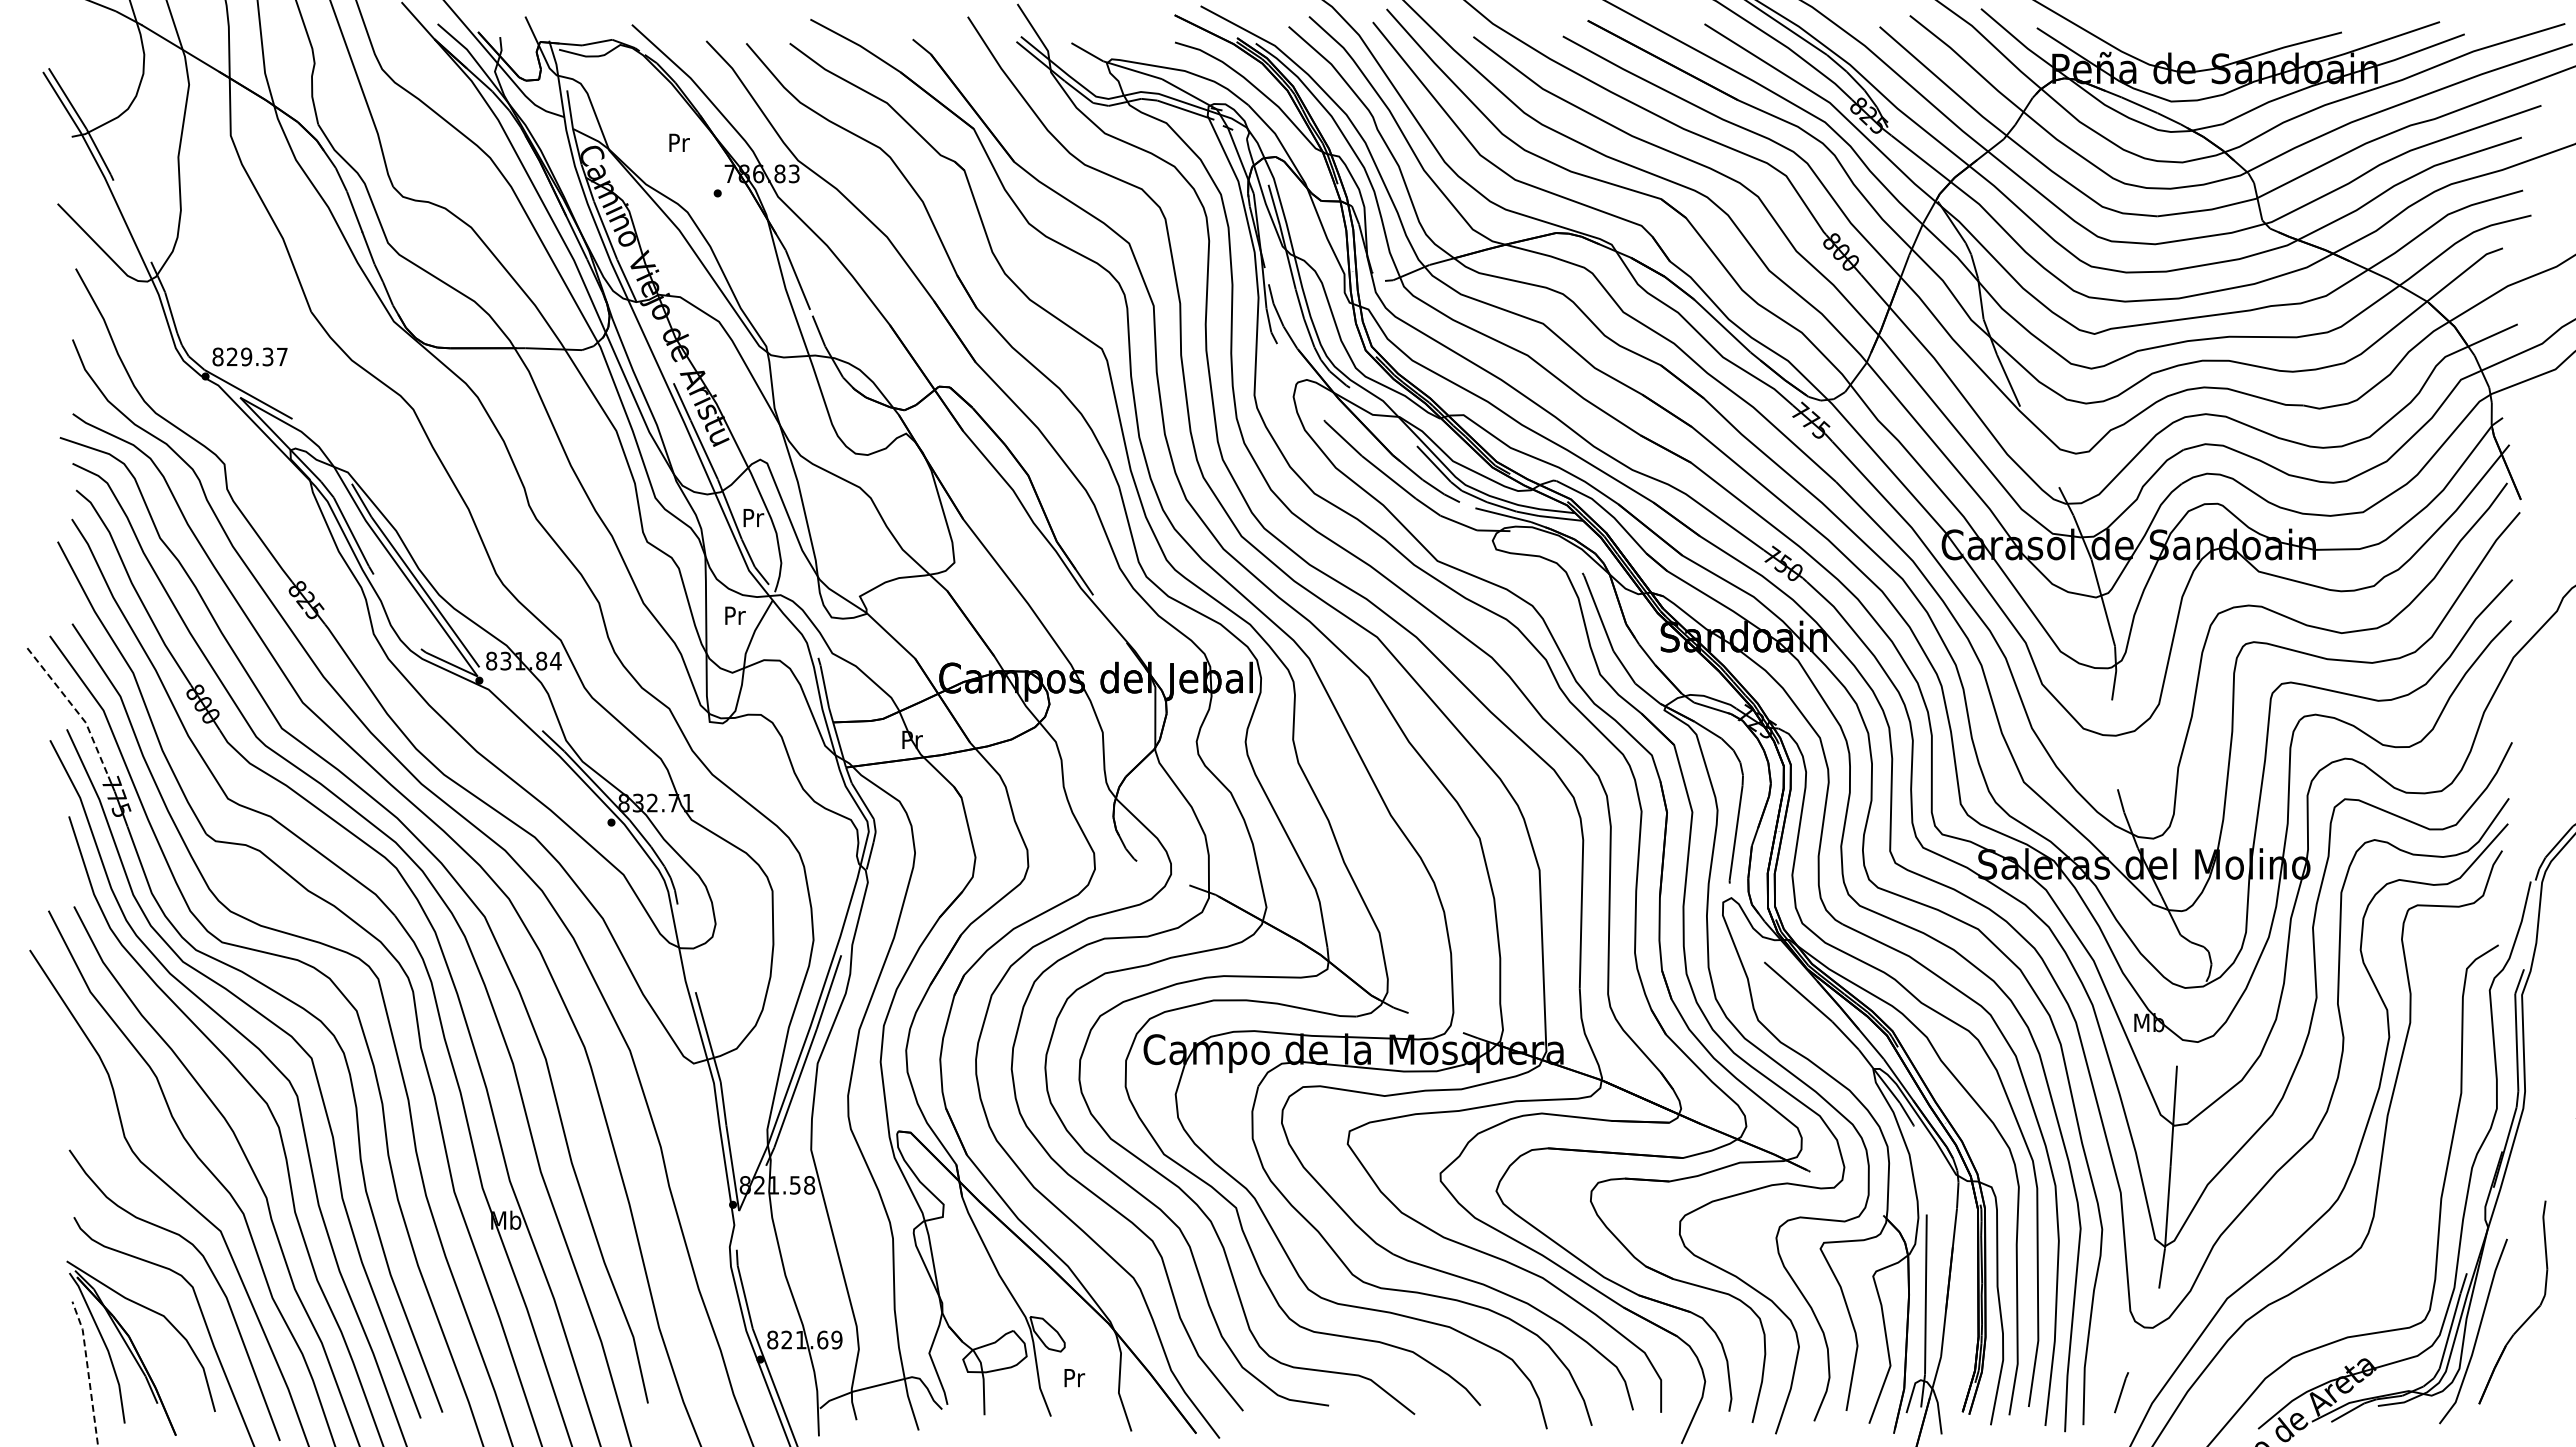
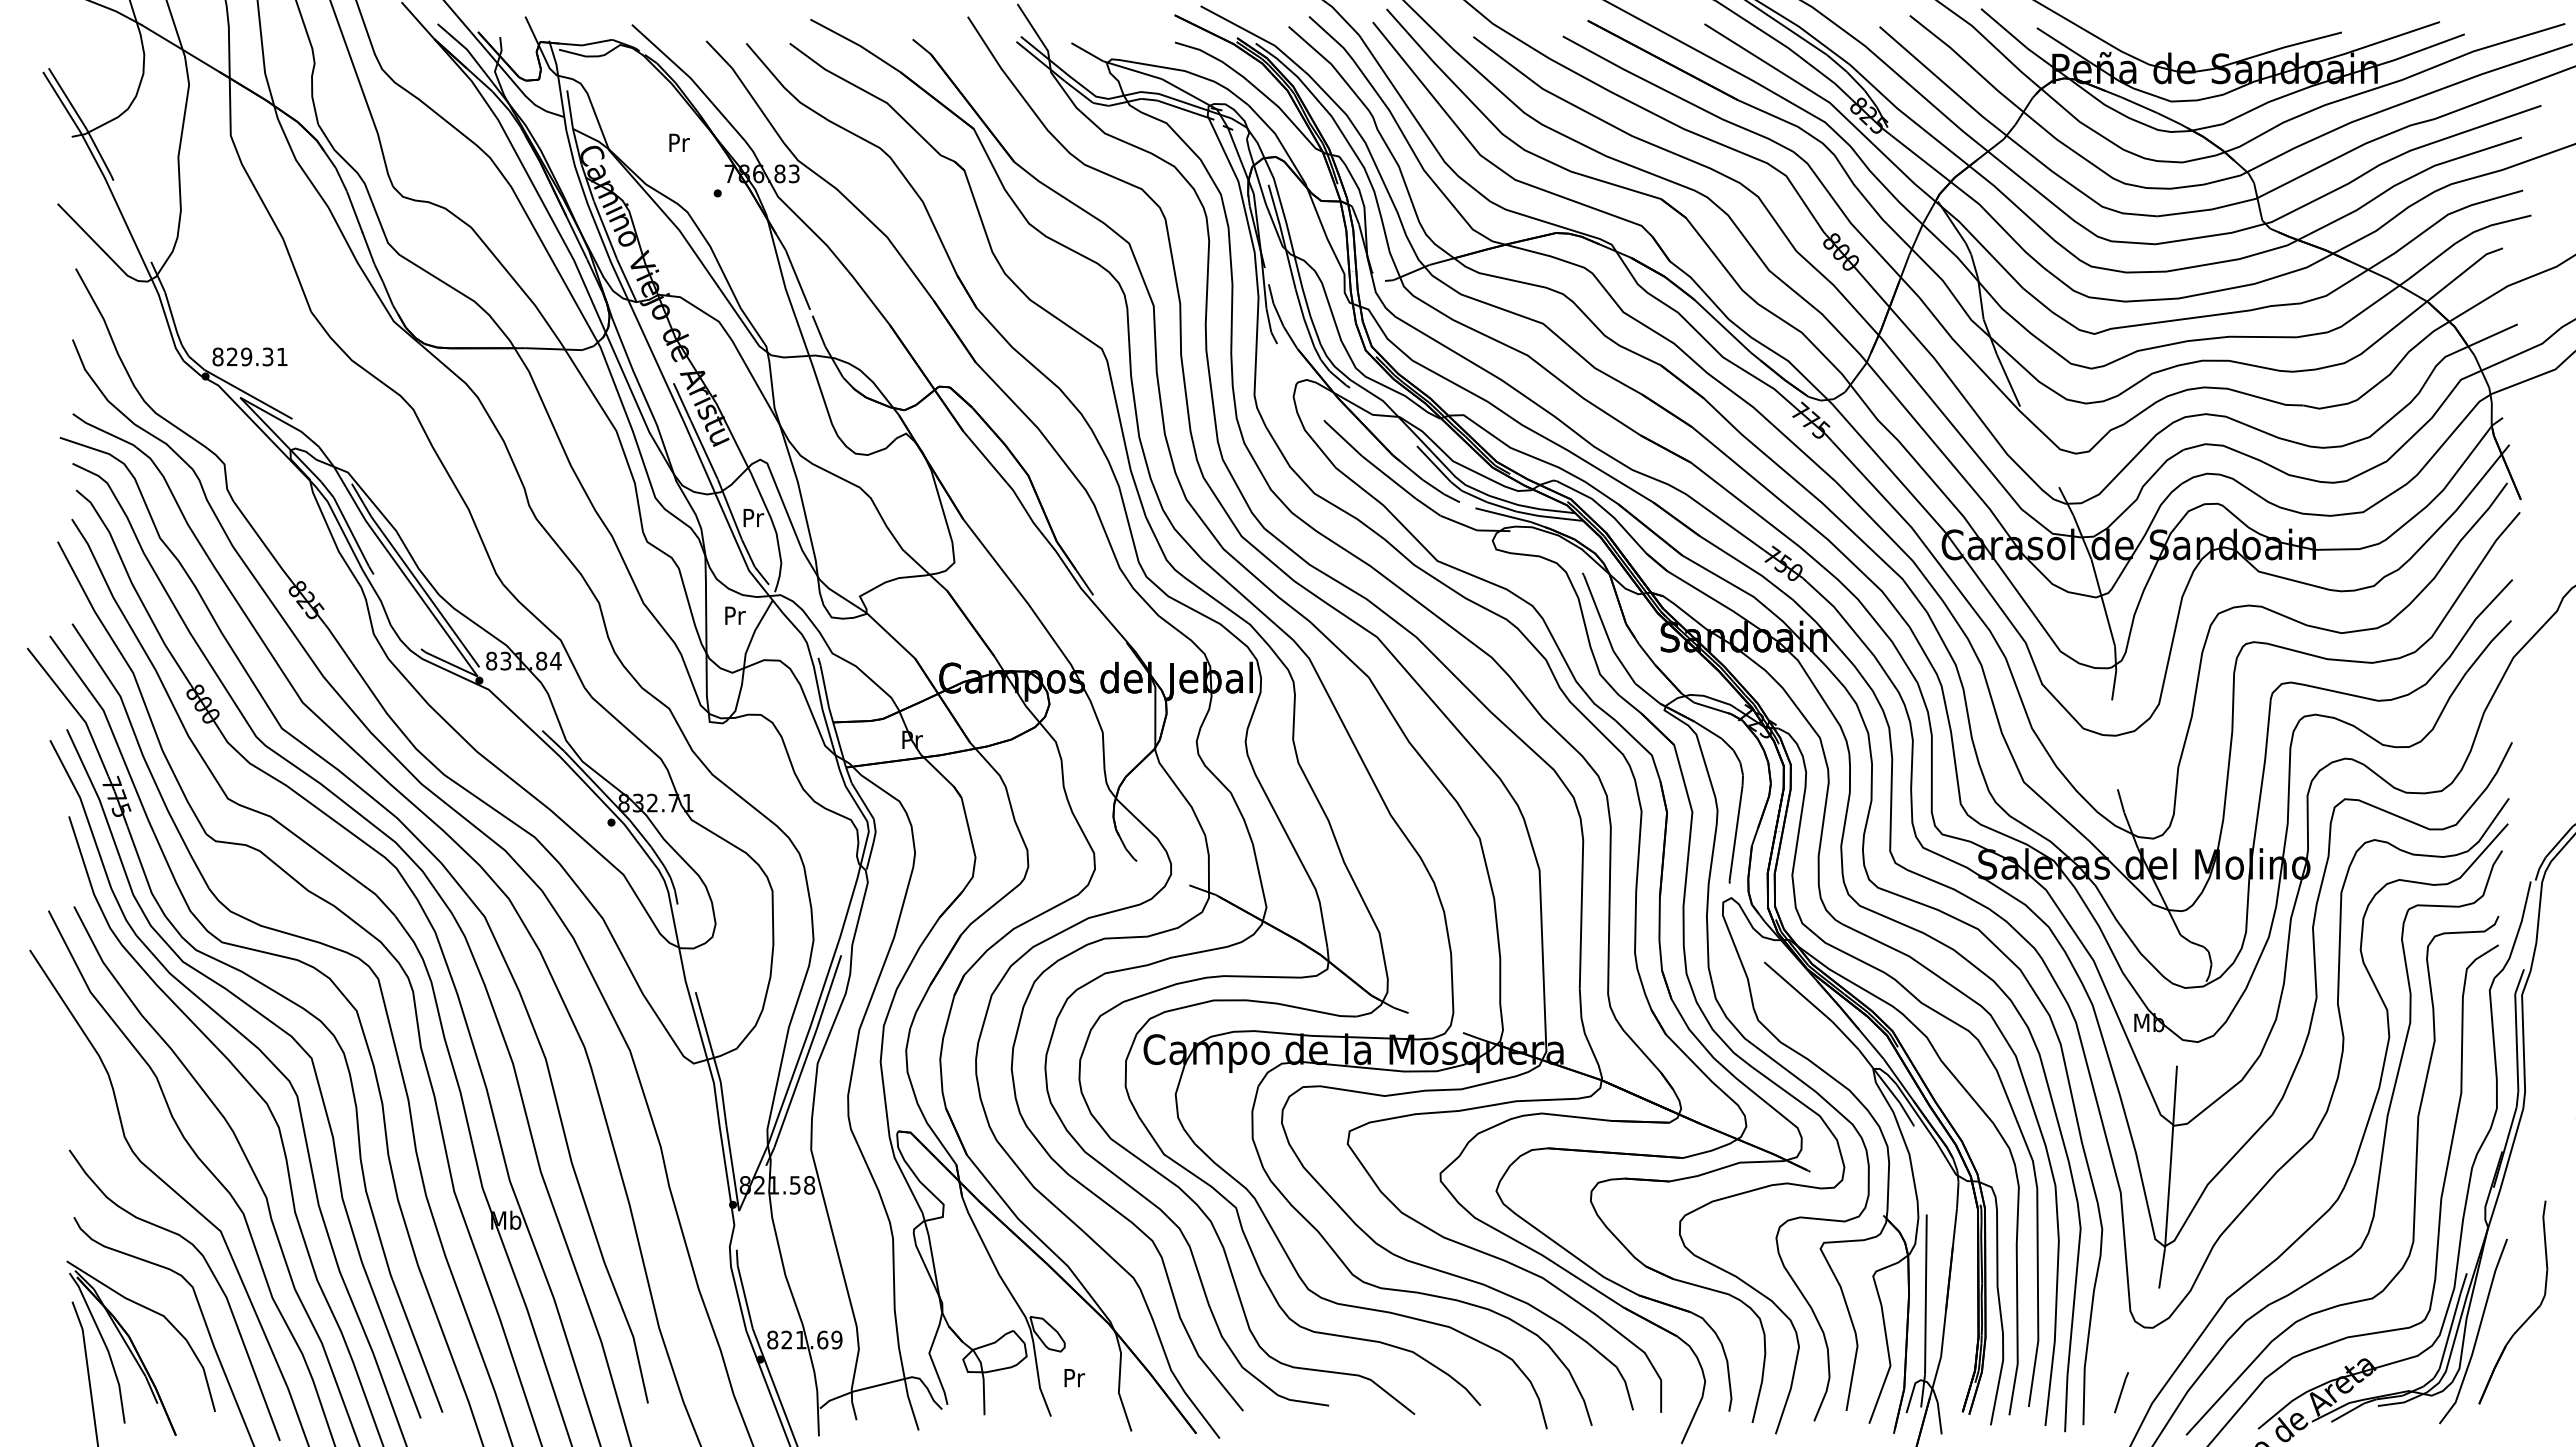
text at (282, 356): 829.37 -> 829.31
line at (75, 709): dashed -> solid
curve at (2414, 1179): none -> present
line at (88, 1372): dashed -> solid
